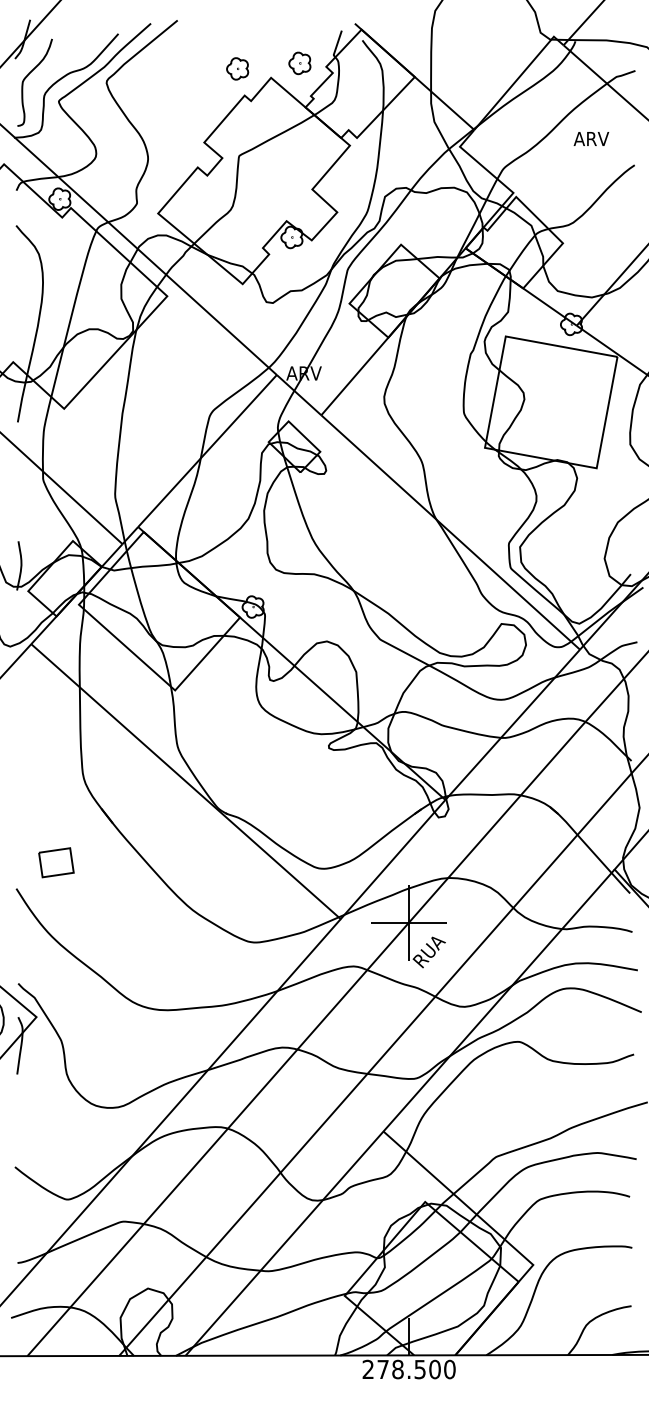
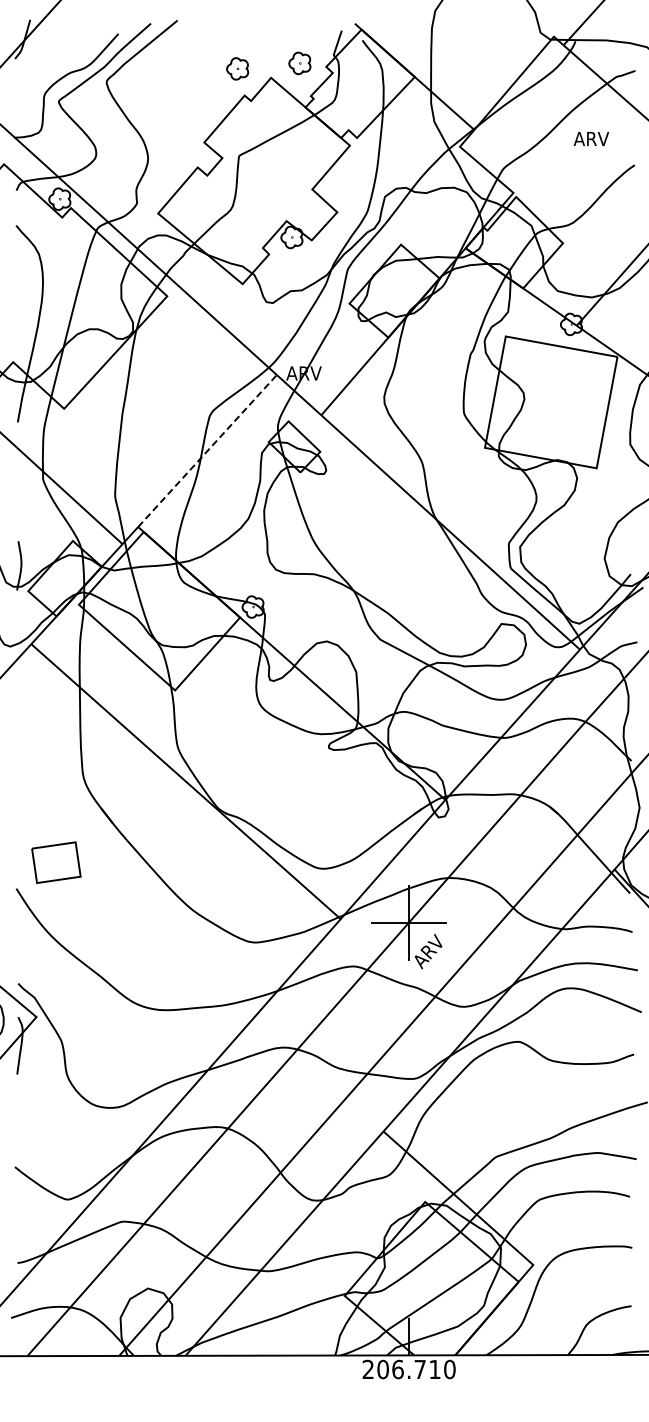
curve at (27, 77): present -> none
line at (207, 451): solid -> dashed
part at (56, 862) size: 37x32 px -> 51x43 px
text at (428, 951): RUA -> ARV
text at (408, 1369): 278.500 -> 206.710
